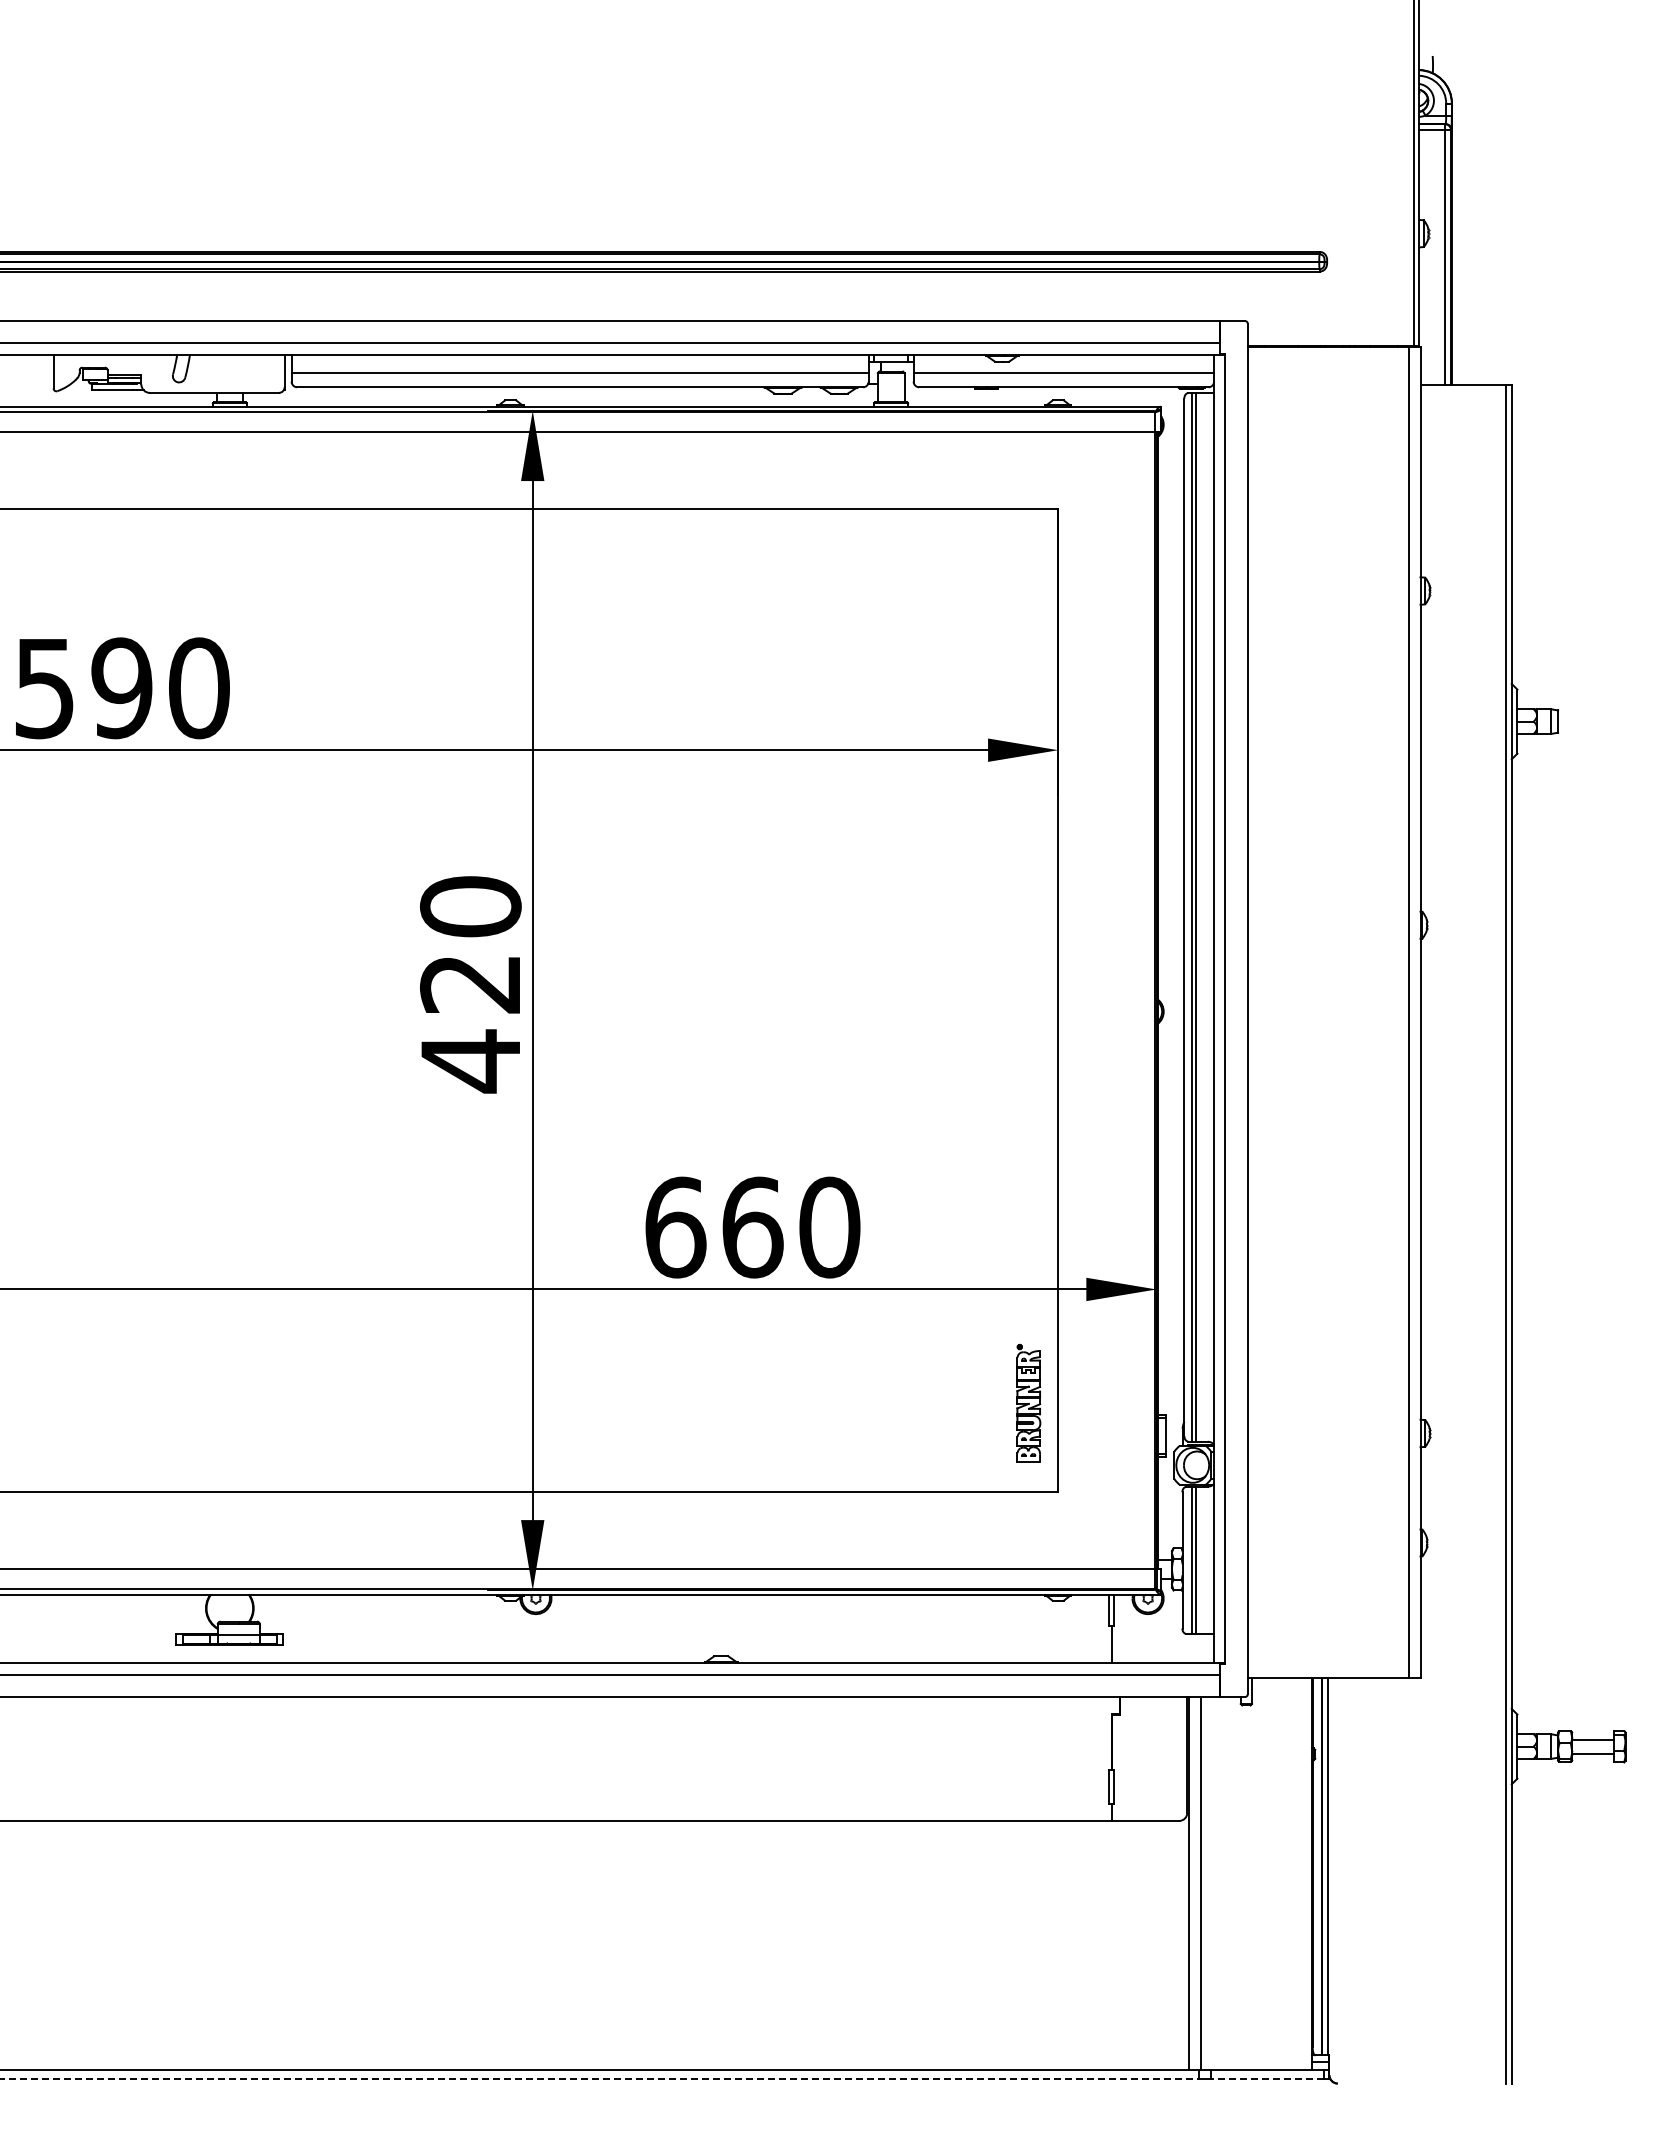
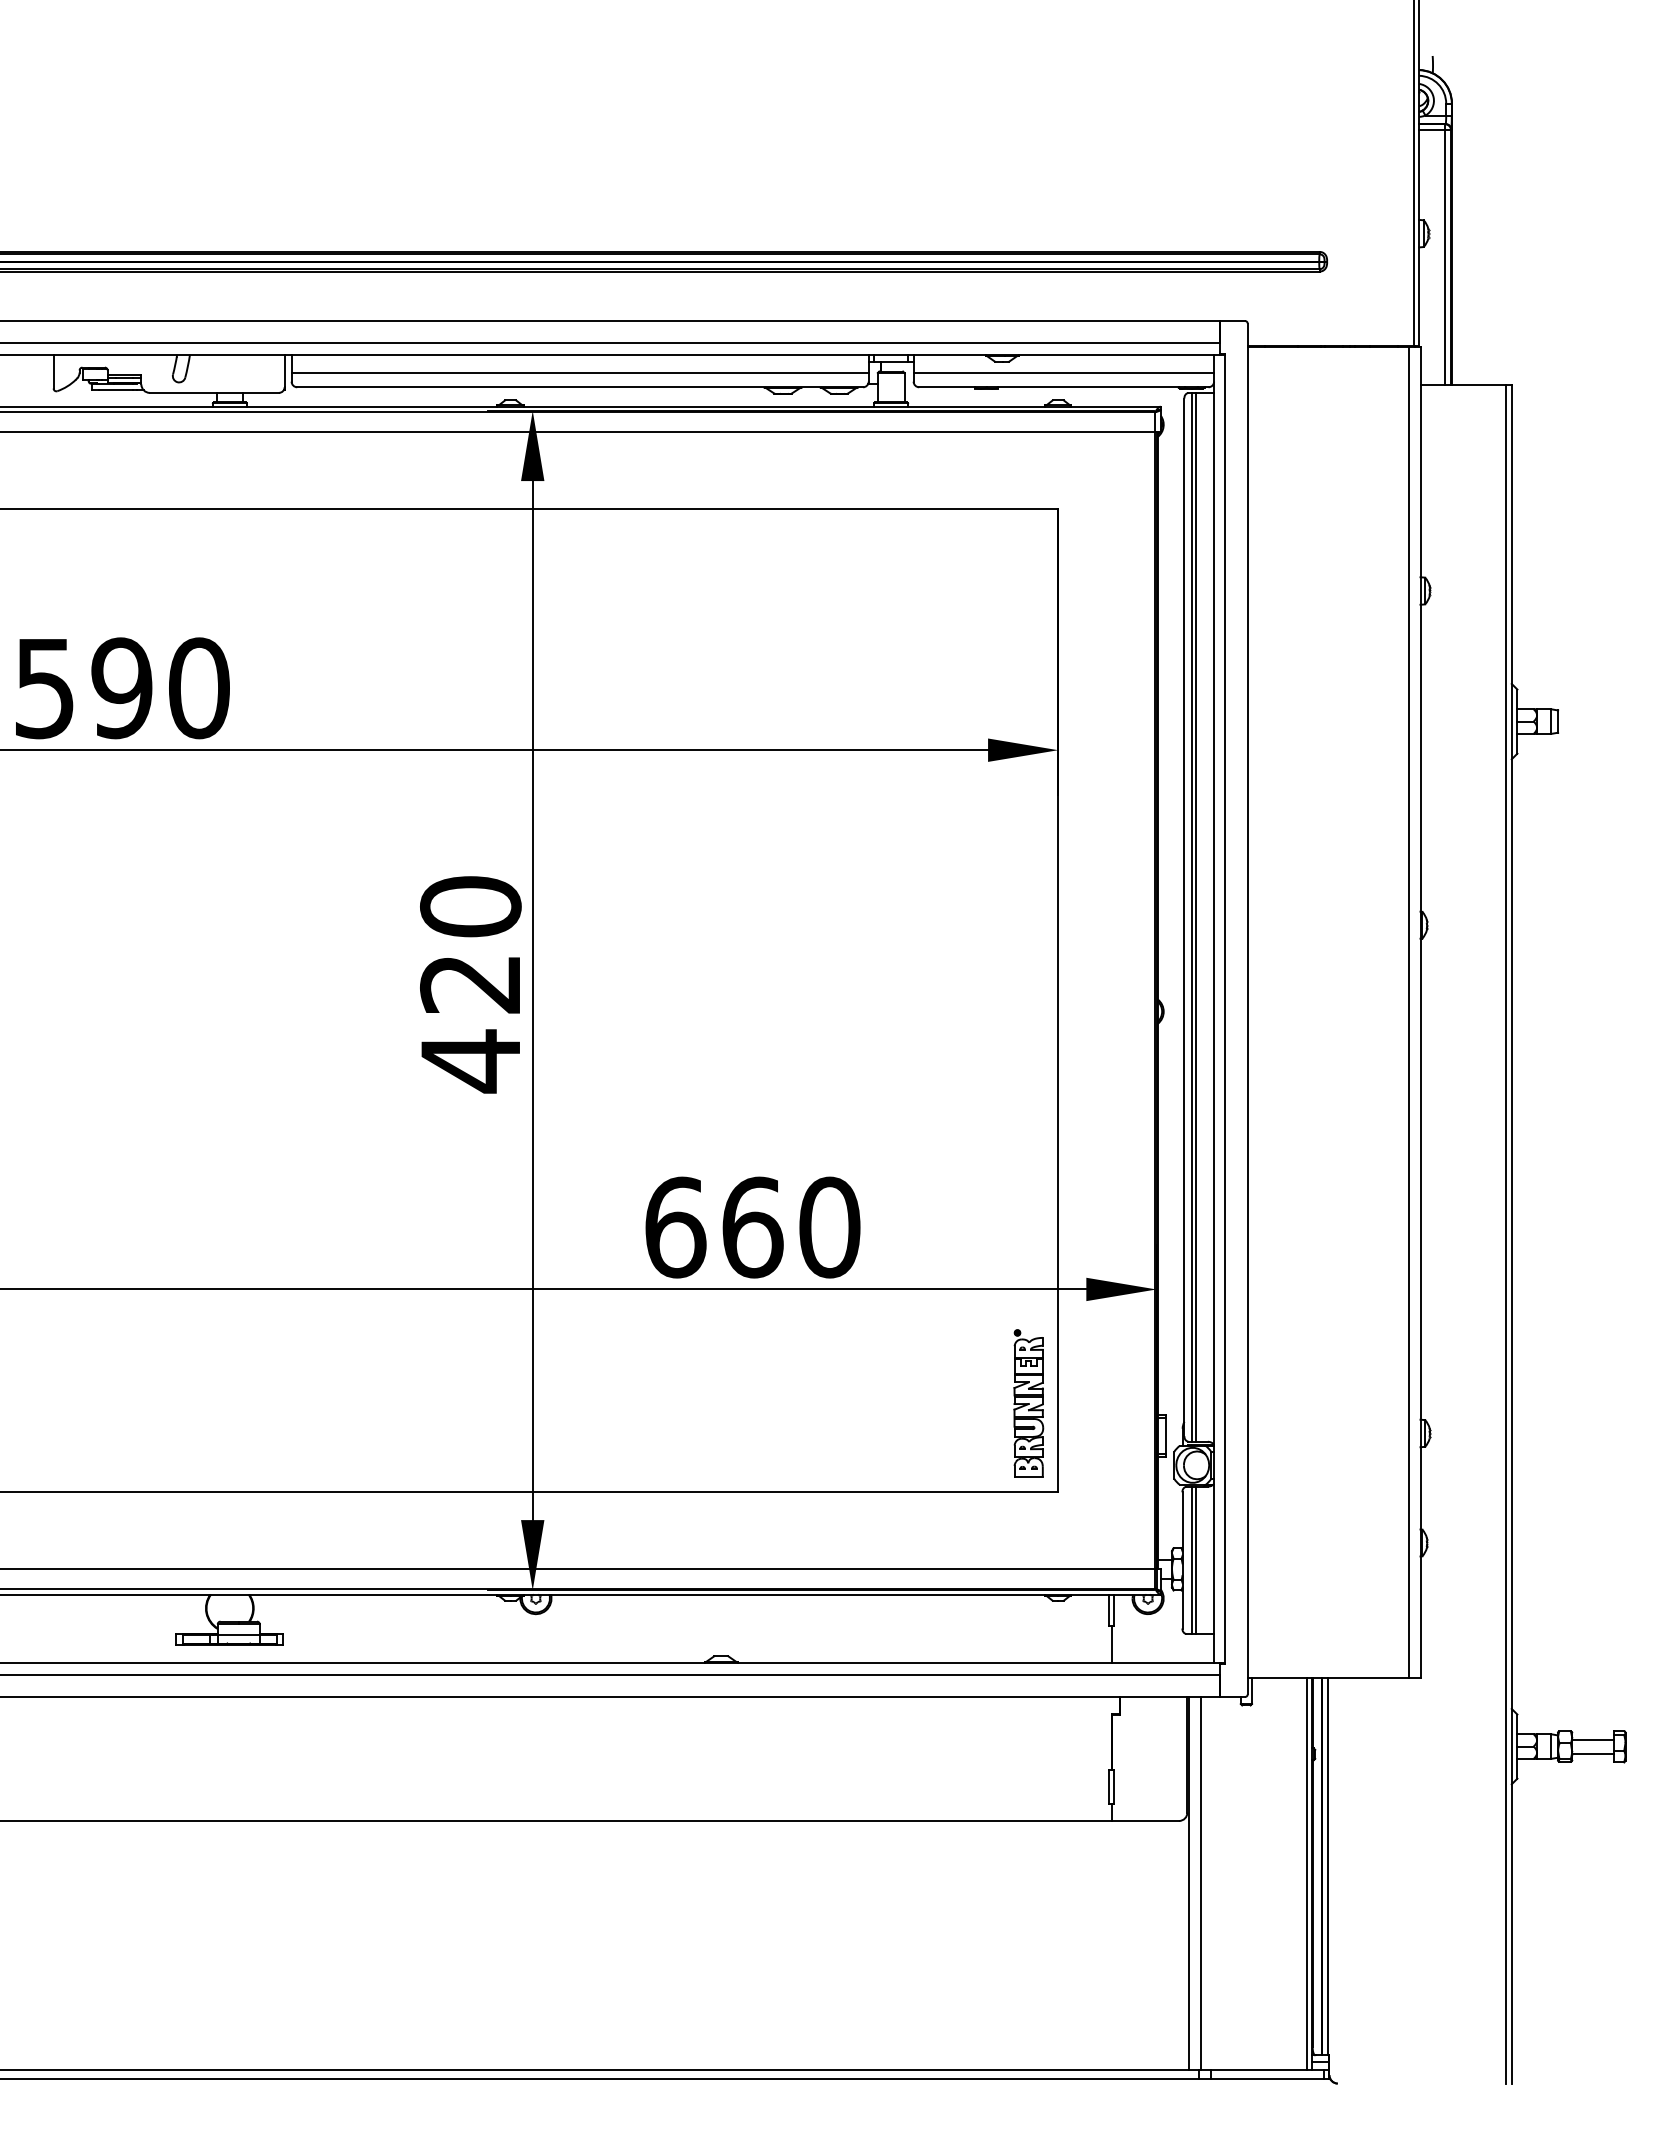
part at (1028, 1403) size: 26x119 px -> 32x149 px
line at (1307, 1873): none -> present
line at (599, 2078): dashed -> solid
line at (1267, 2078): dashed -> solid
